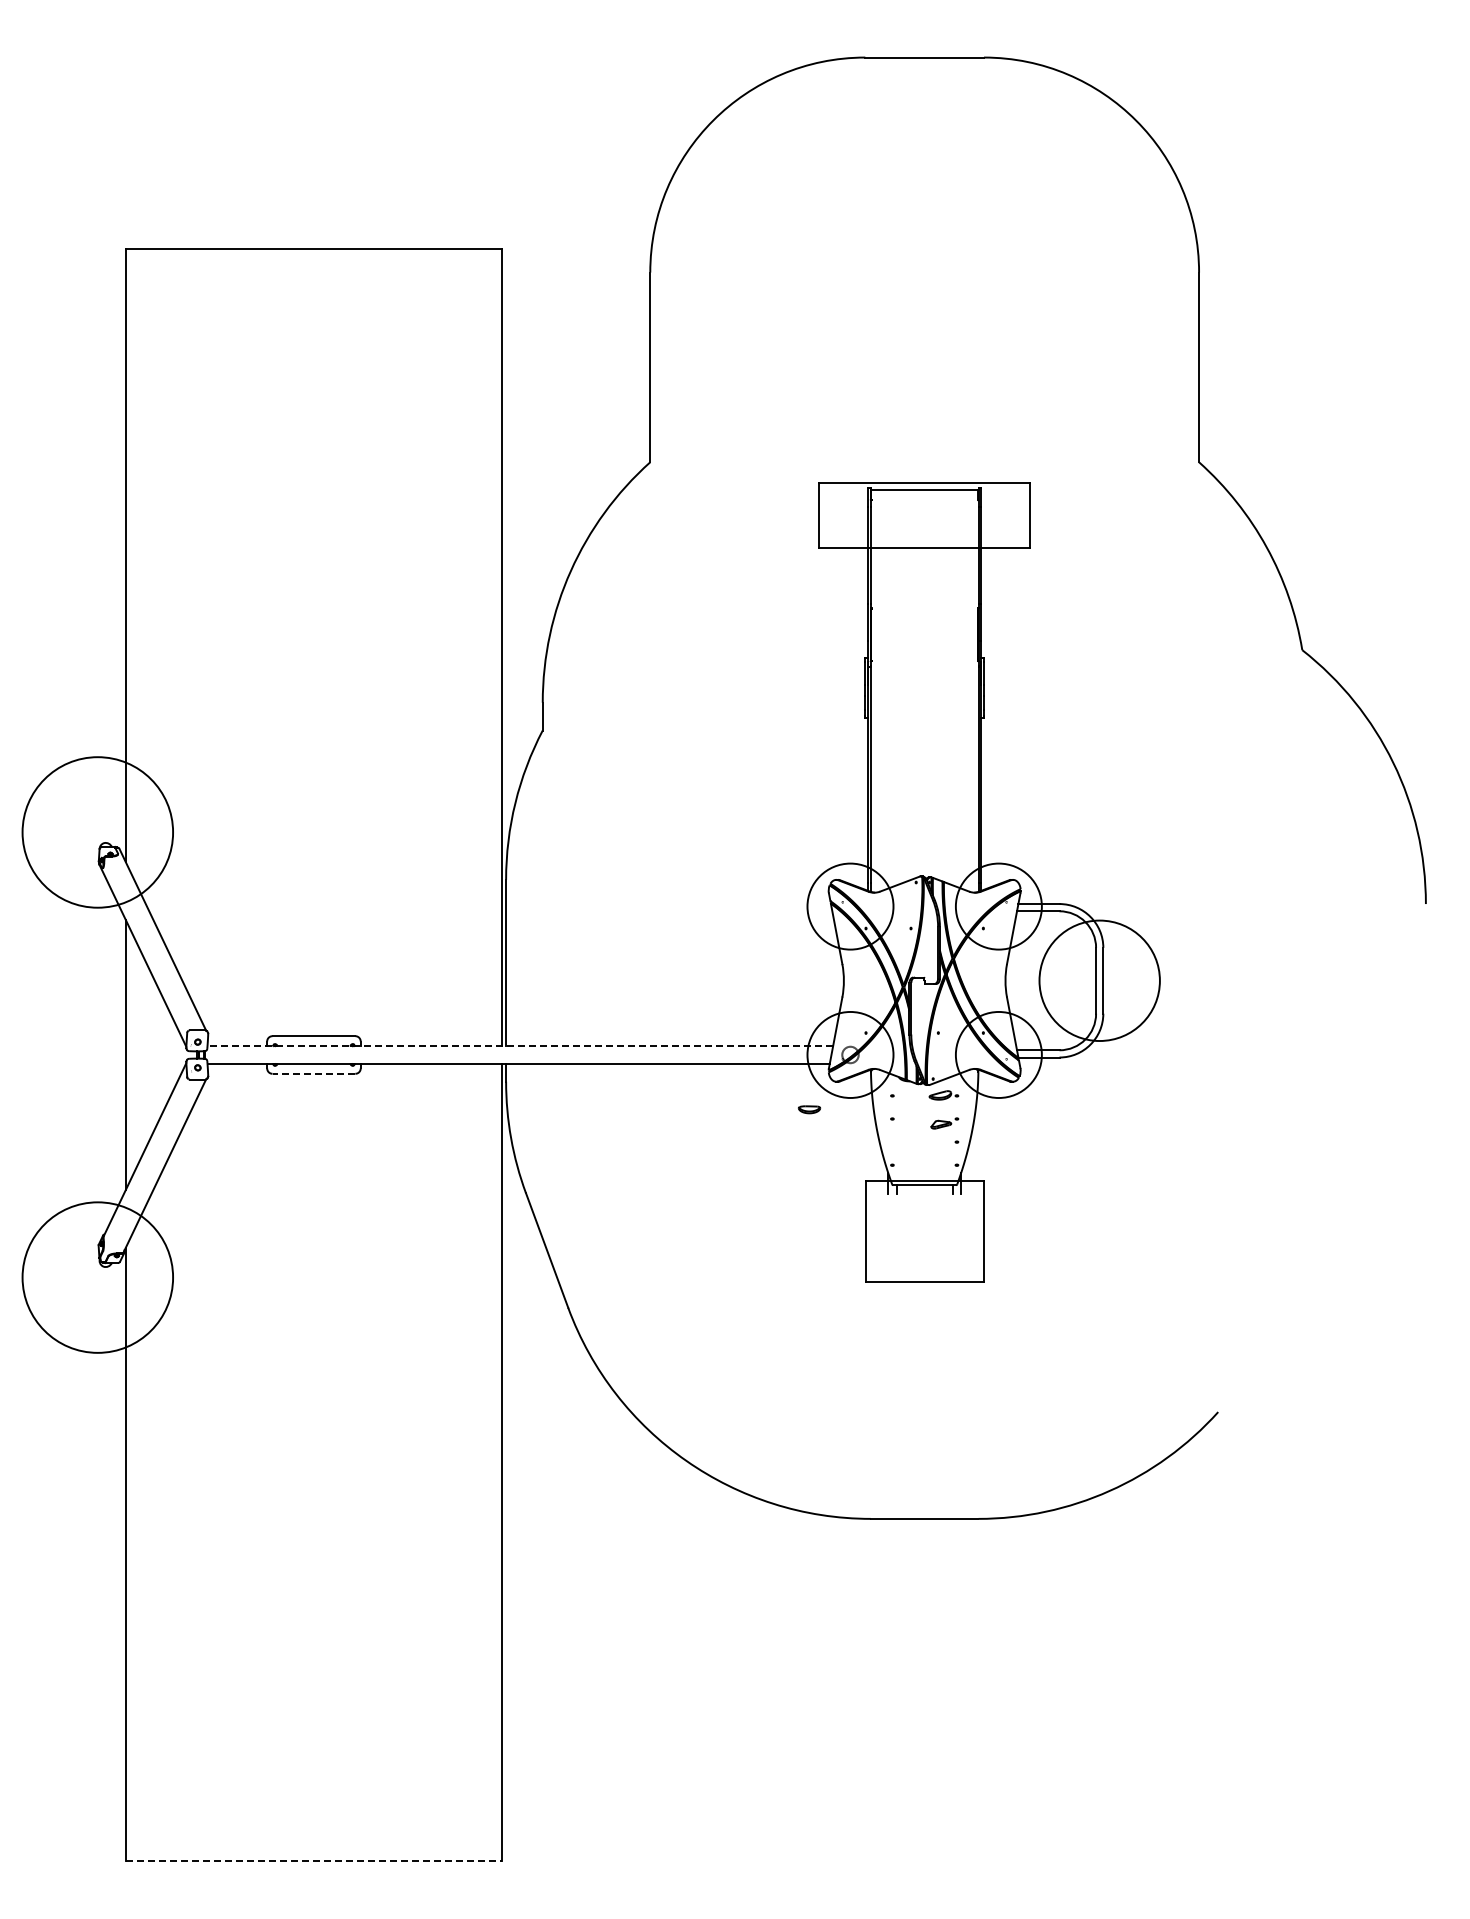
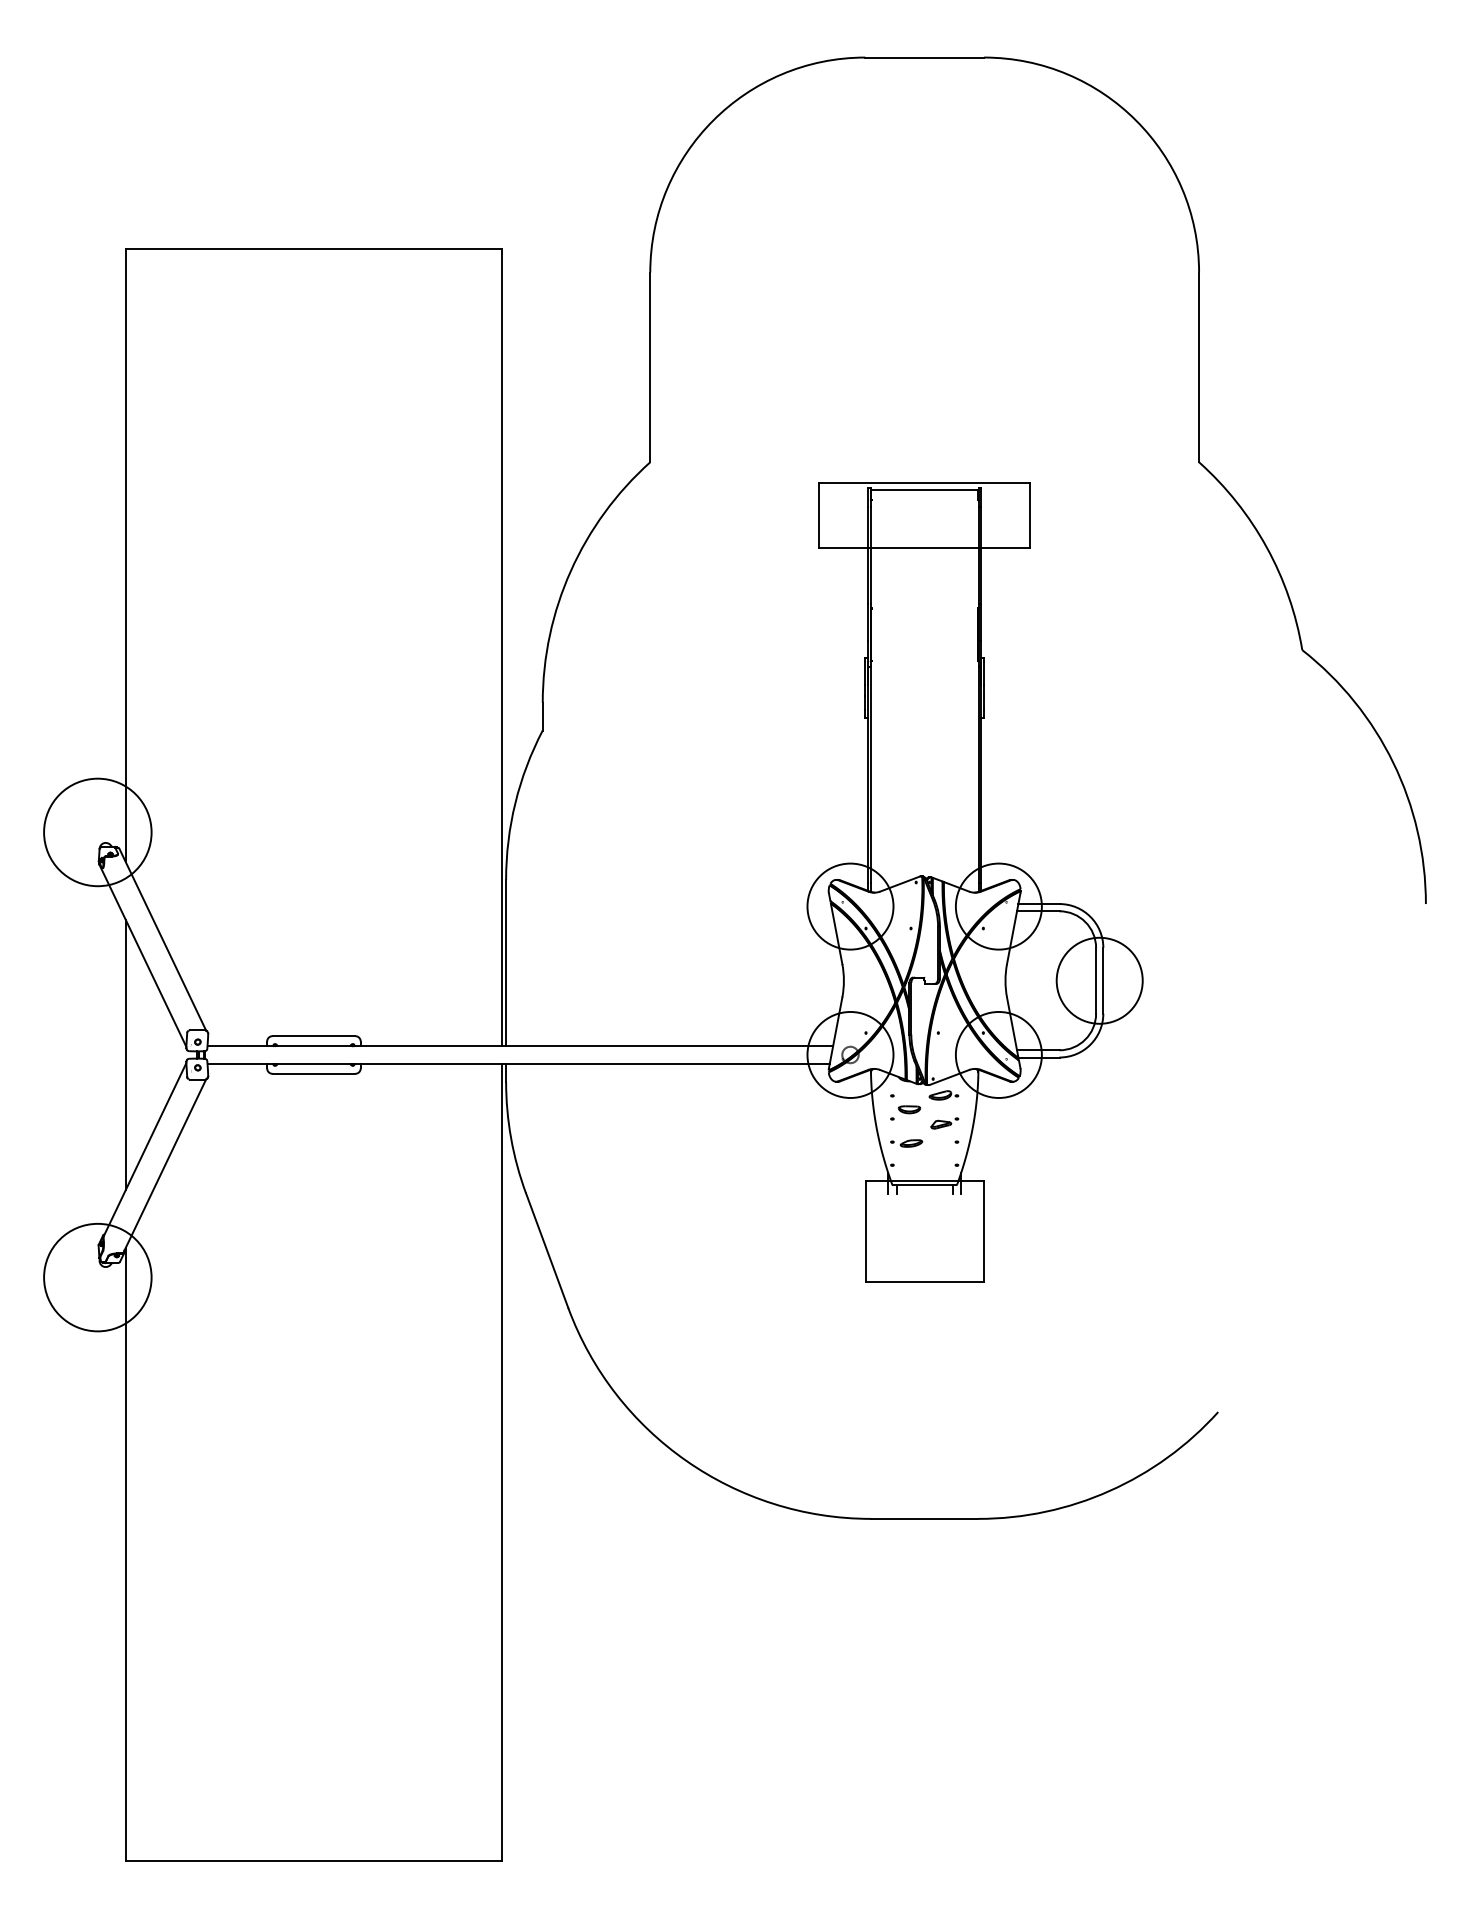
circle at (97, 832) diameter: 151 px -> 108 px
circle at (1099, 980) diameter: 120 px -> 86 px
line at (520, 1046): dashed -> solid
line at (313, 1073): dashed -> solid
part at (809, 1109) position: (809, 1109) -> (909, 1109)
part at (906, 1143): none -> present
circle at (97, 1277) diameter: 151 px -> 108 px
line at (314, 1861): dashed -> solid
